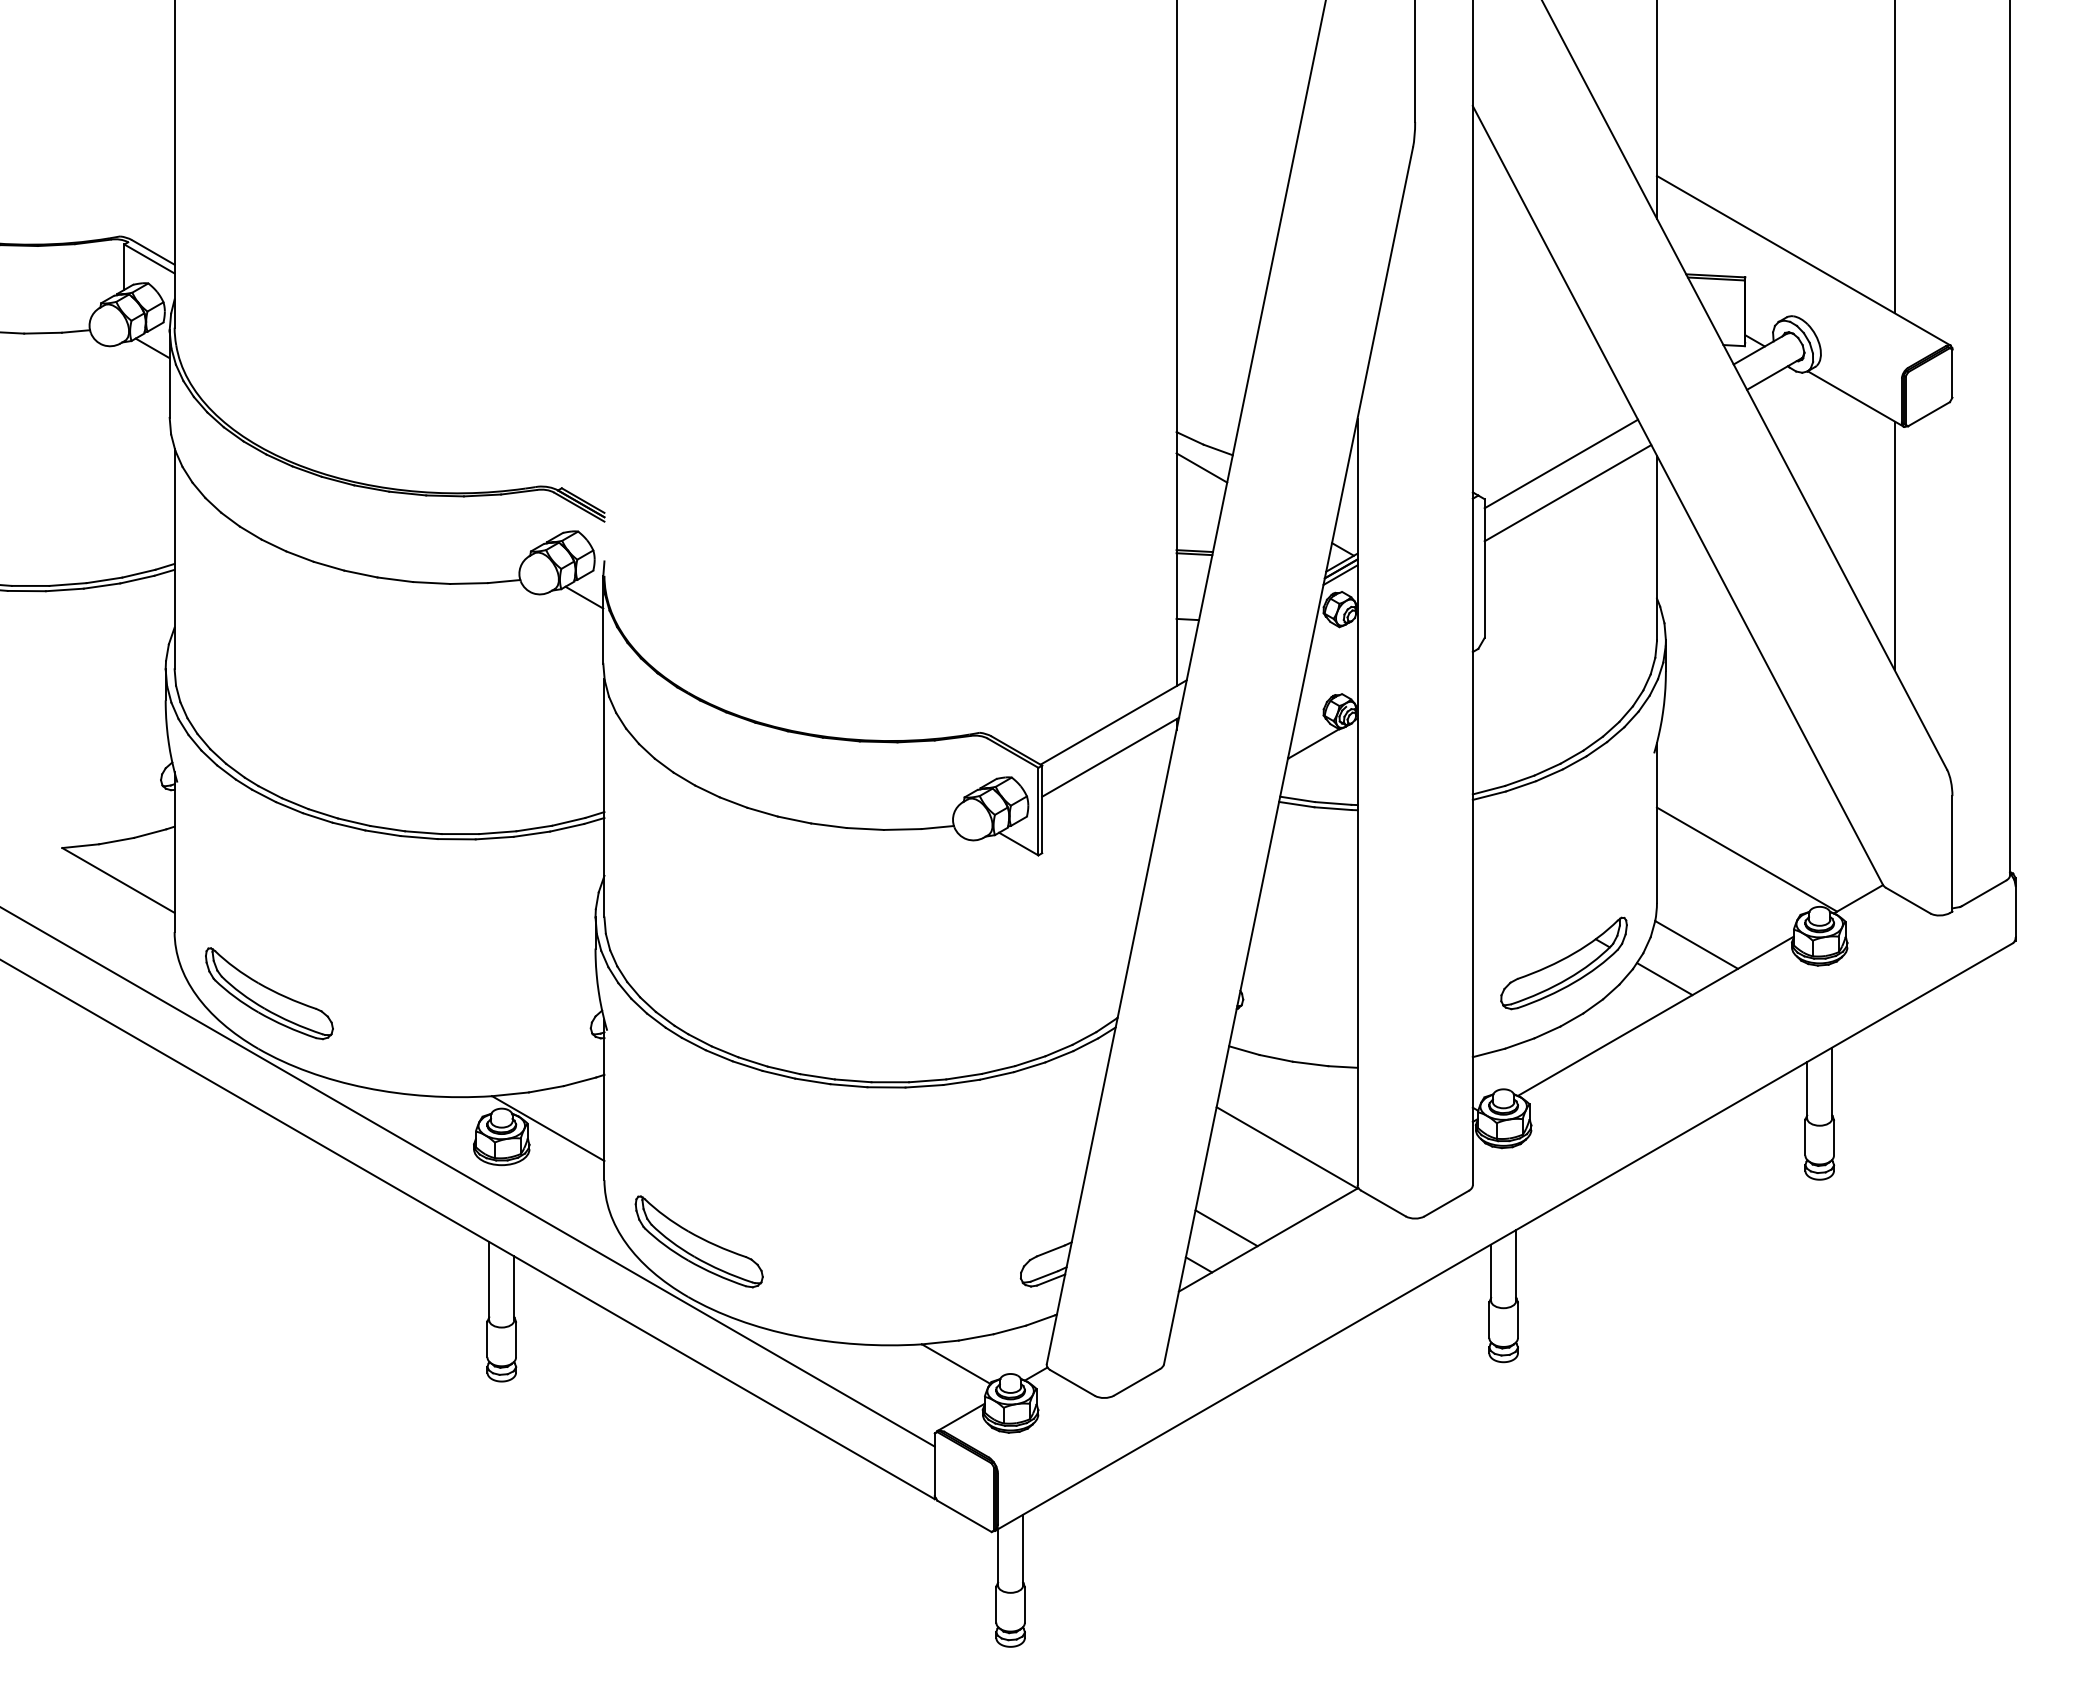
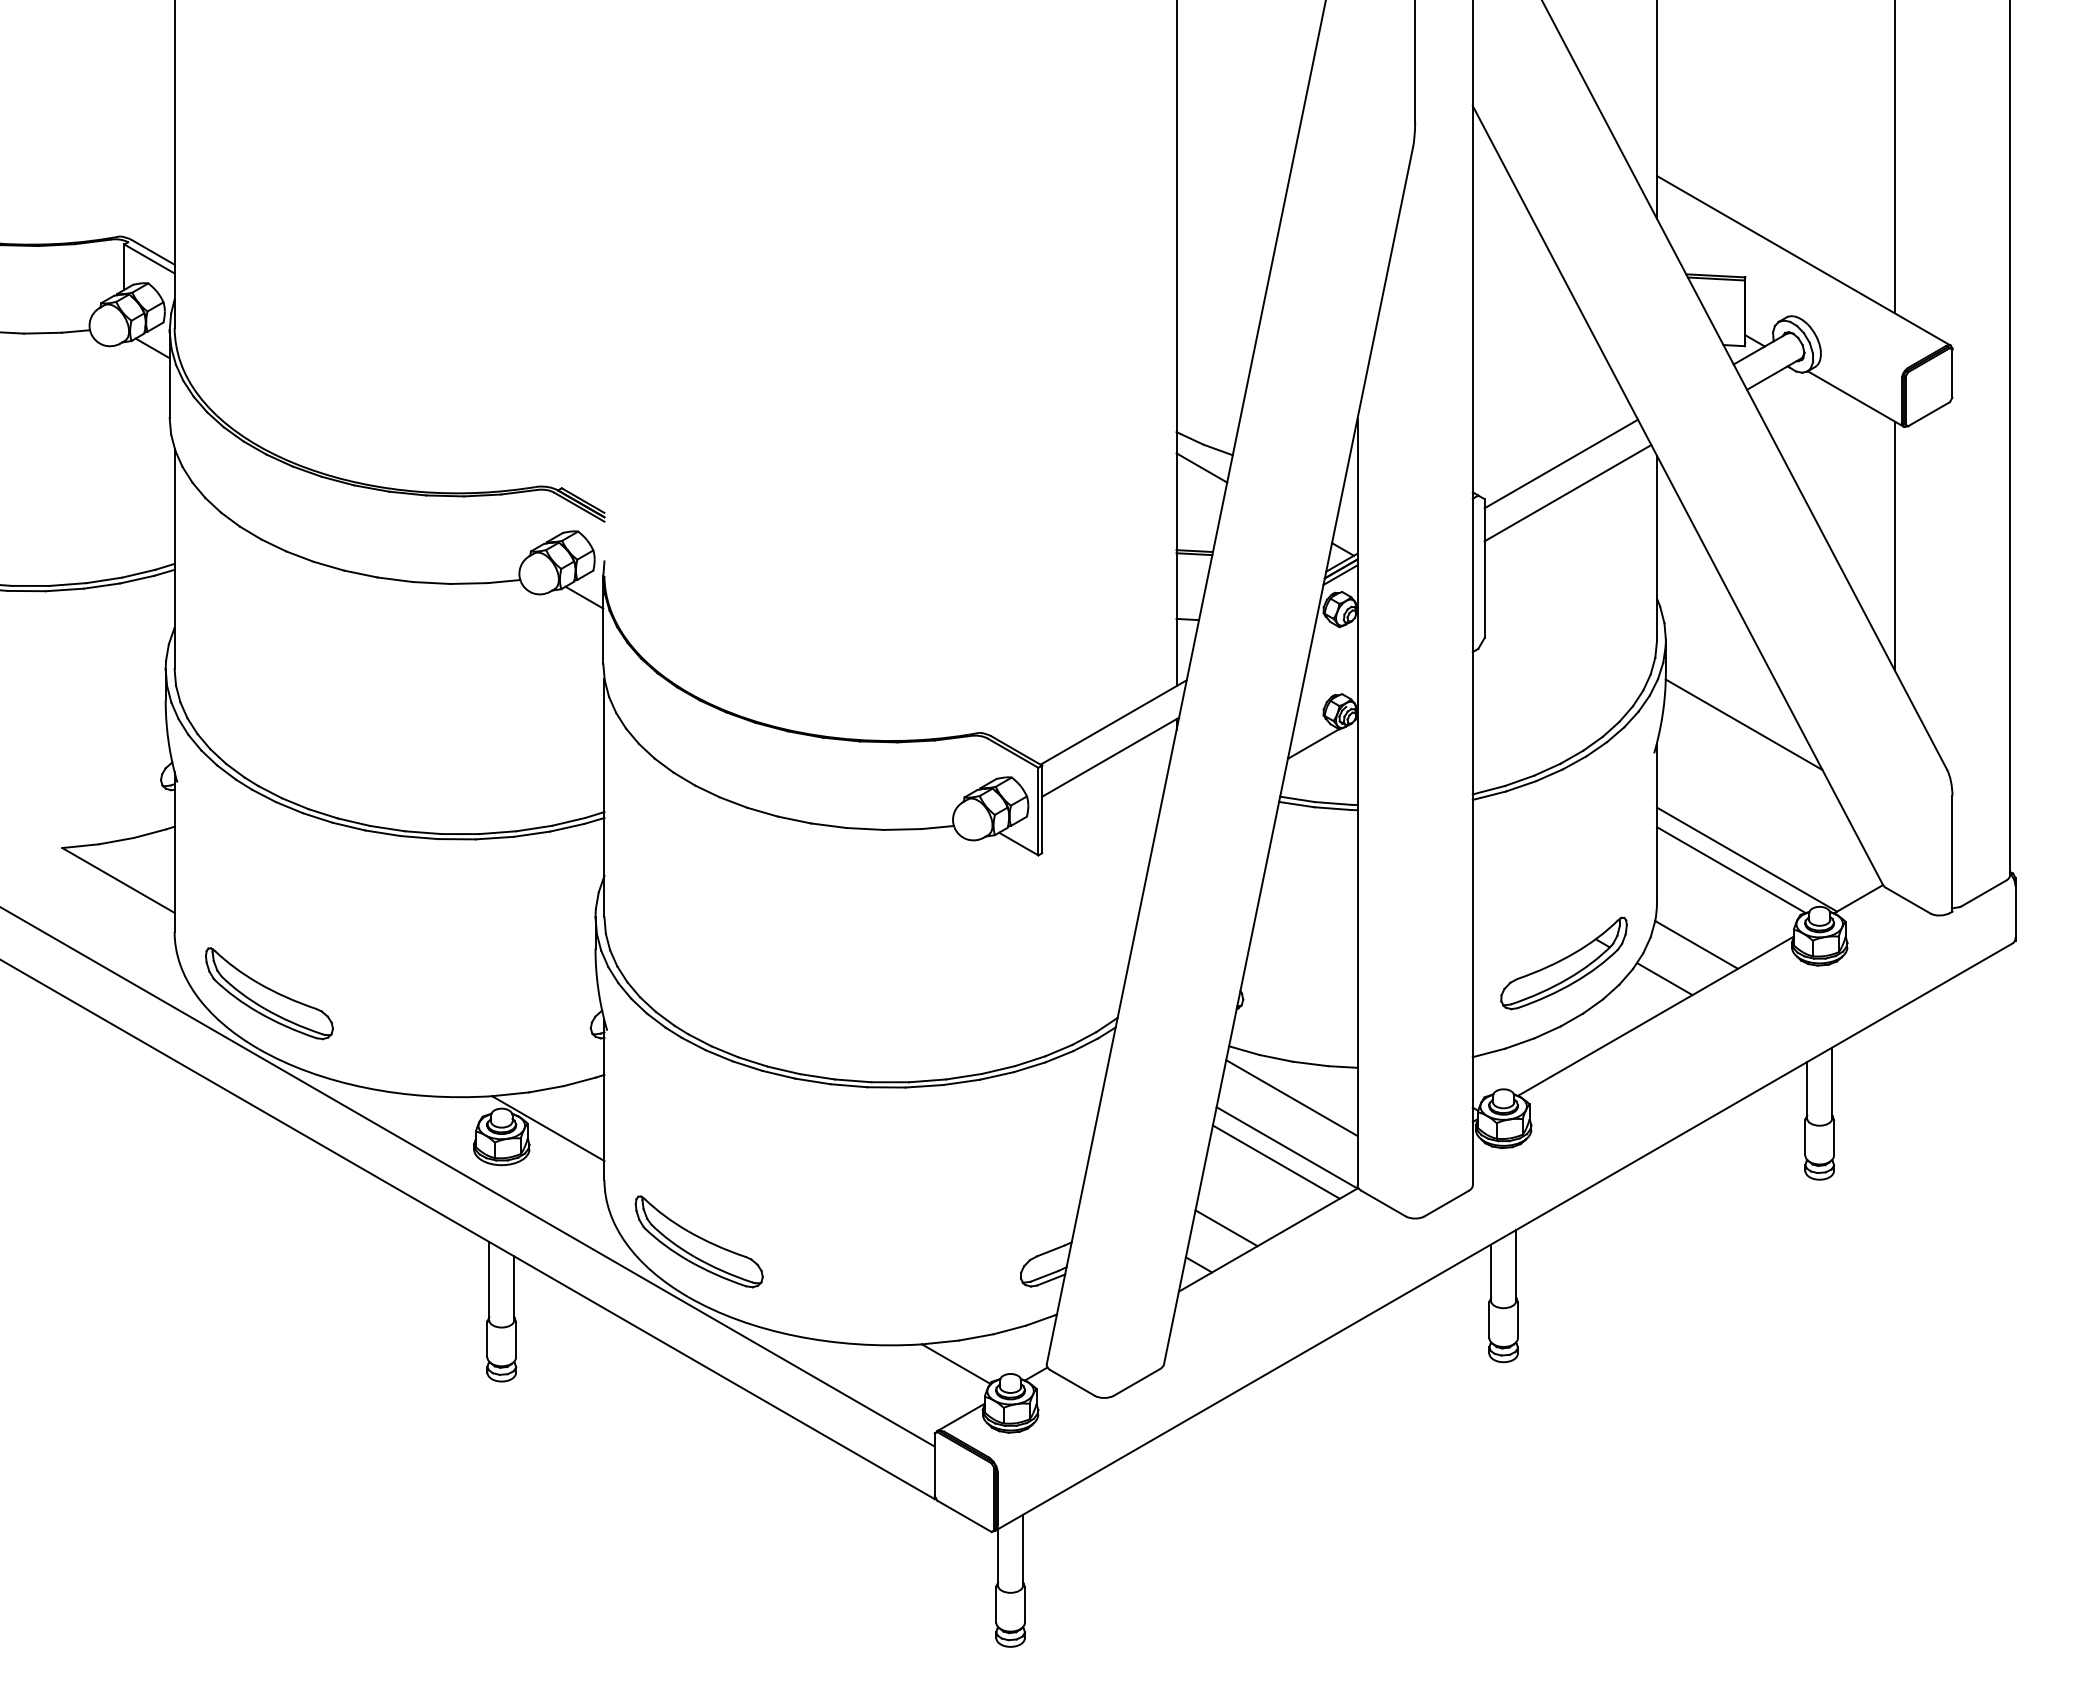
line at (1743, 724): none -> present
line at (1730, 869): none -> present
line at (1291, 1097): none -> present
line at (1275, 1161): none -> present
